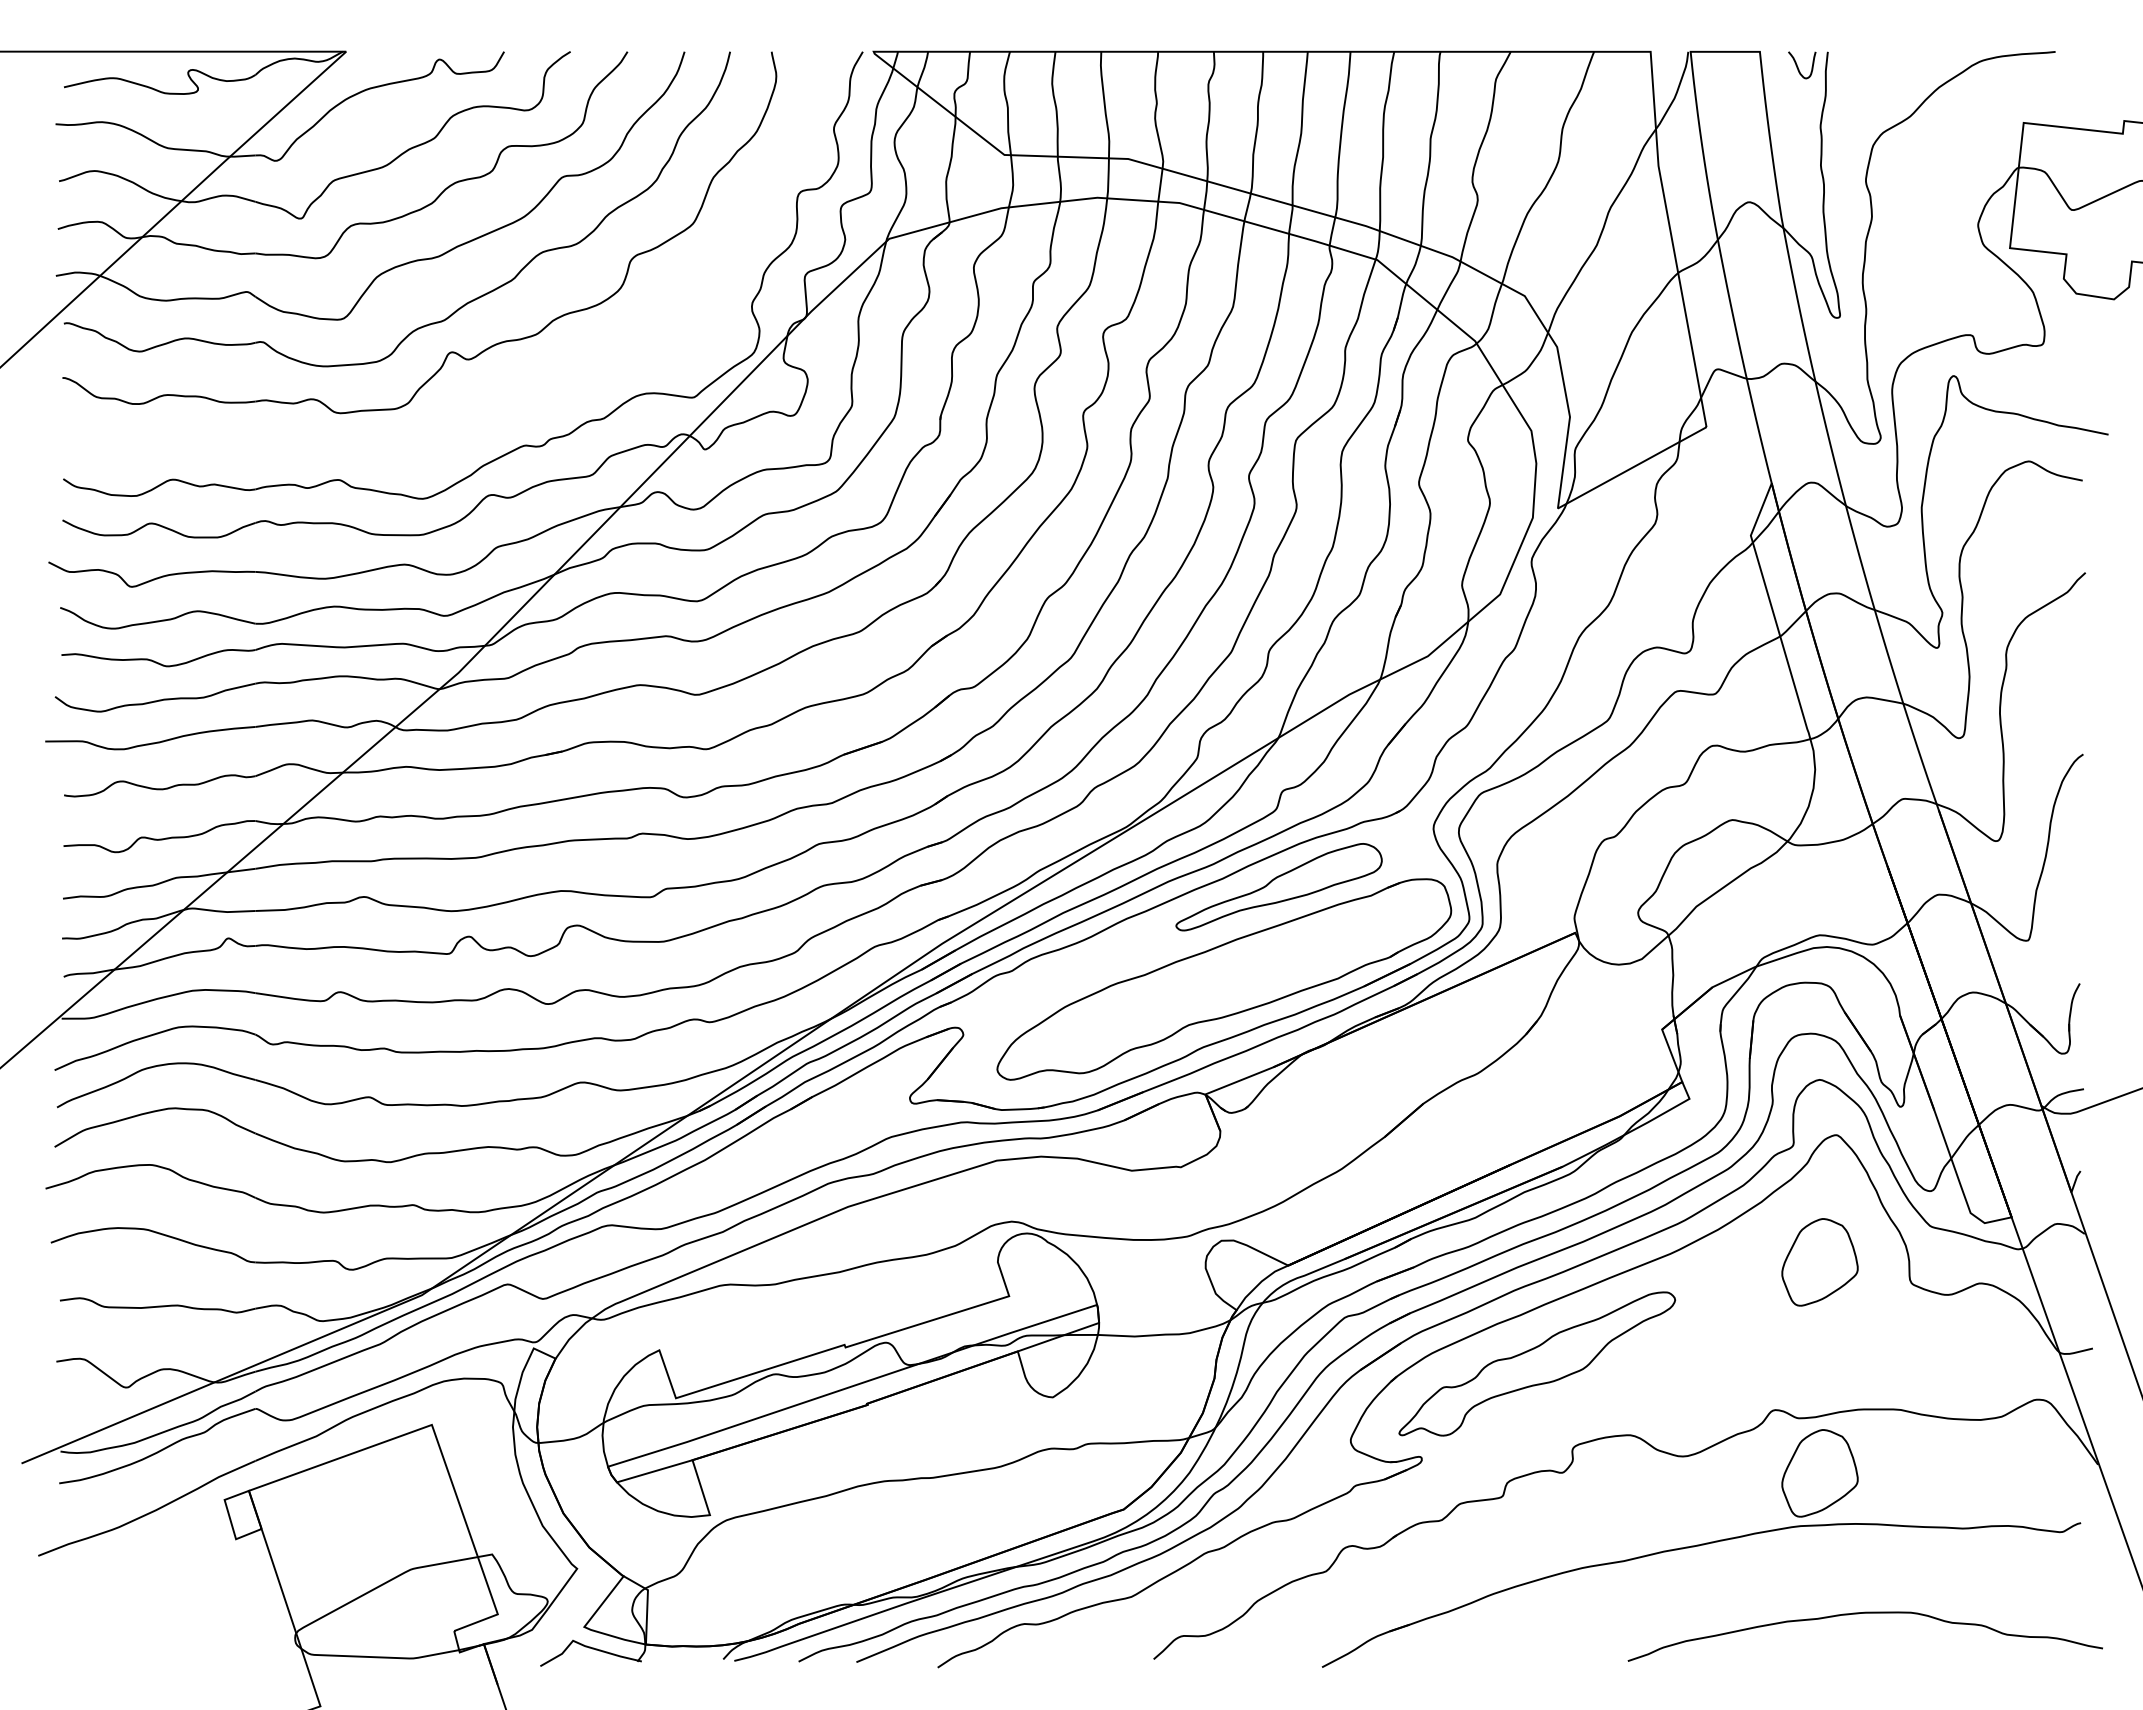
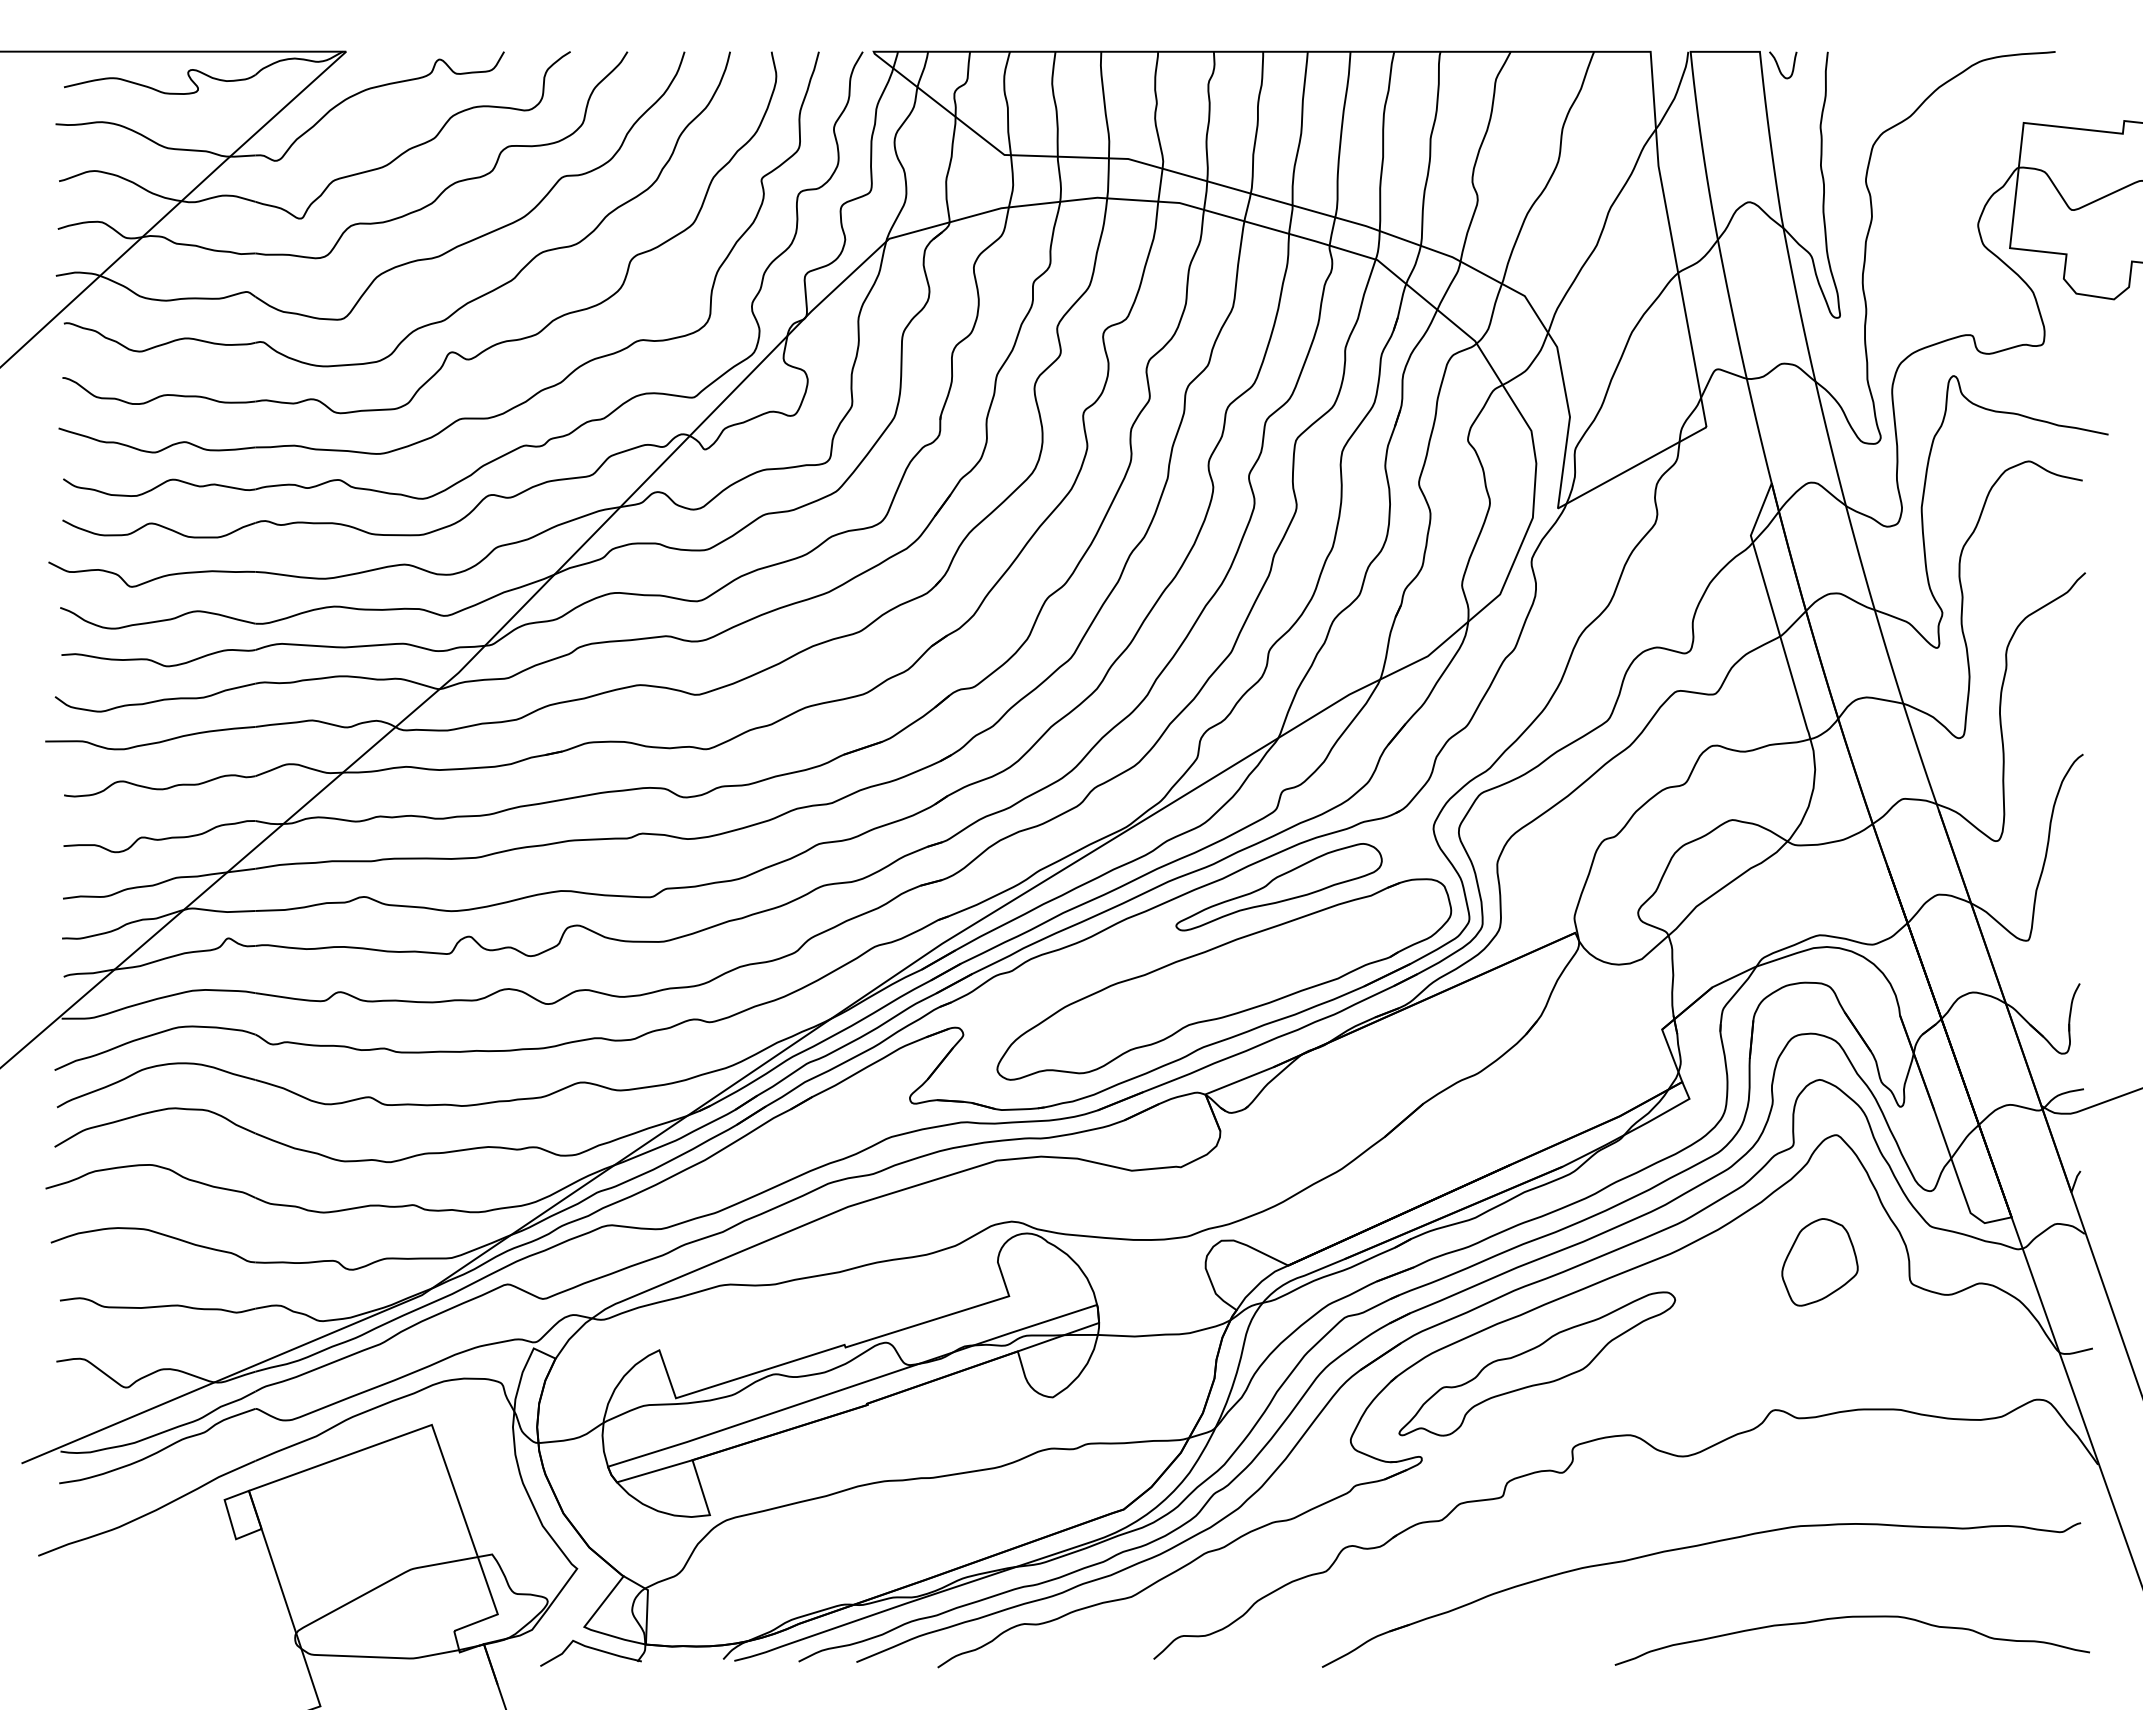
curve at (1798, 66) position: (1798, 66) -> (1779, 66)
part at (462, 417): none -> present
part at (1819, 1473): present -> none
curve at (1858, 1614) position: (1858, 1614) -> (1845, 1618)
